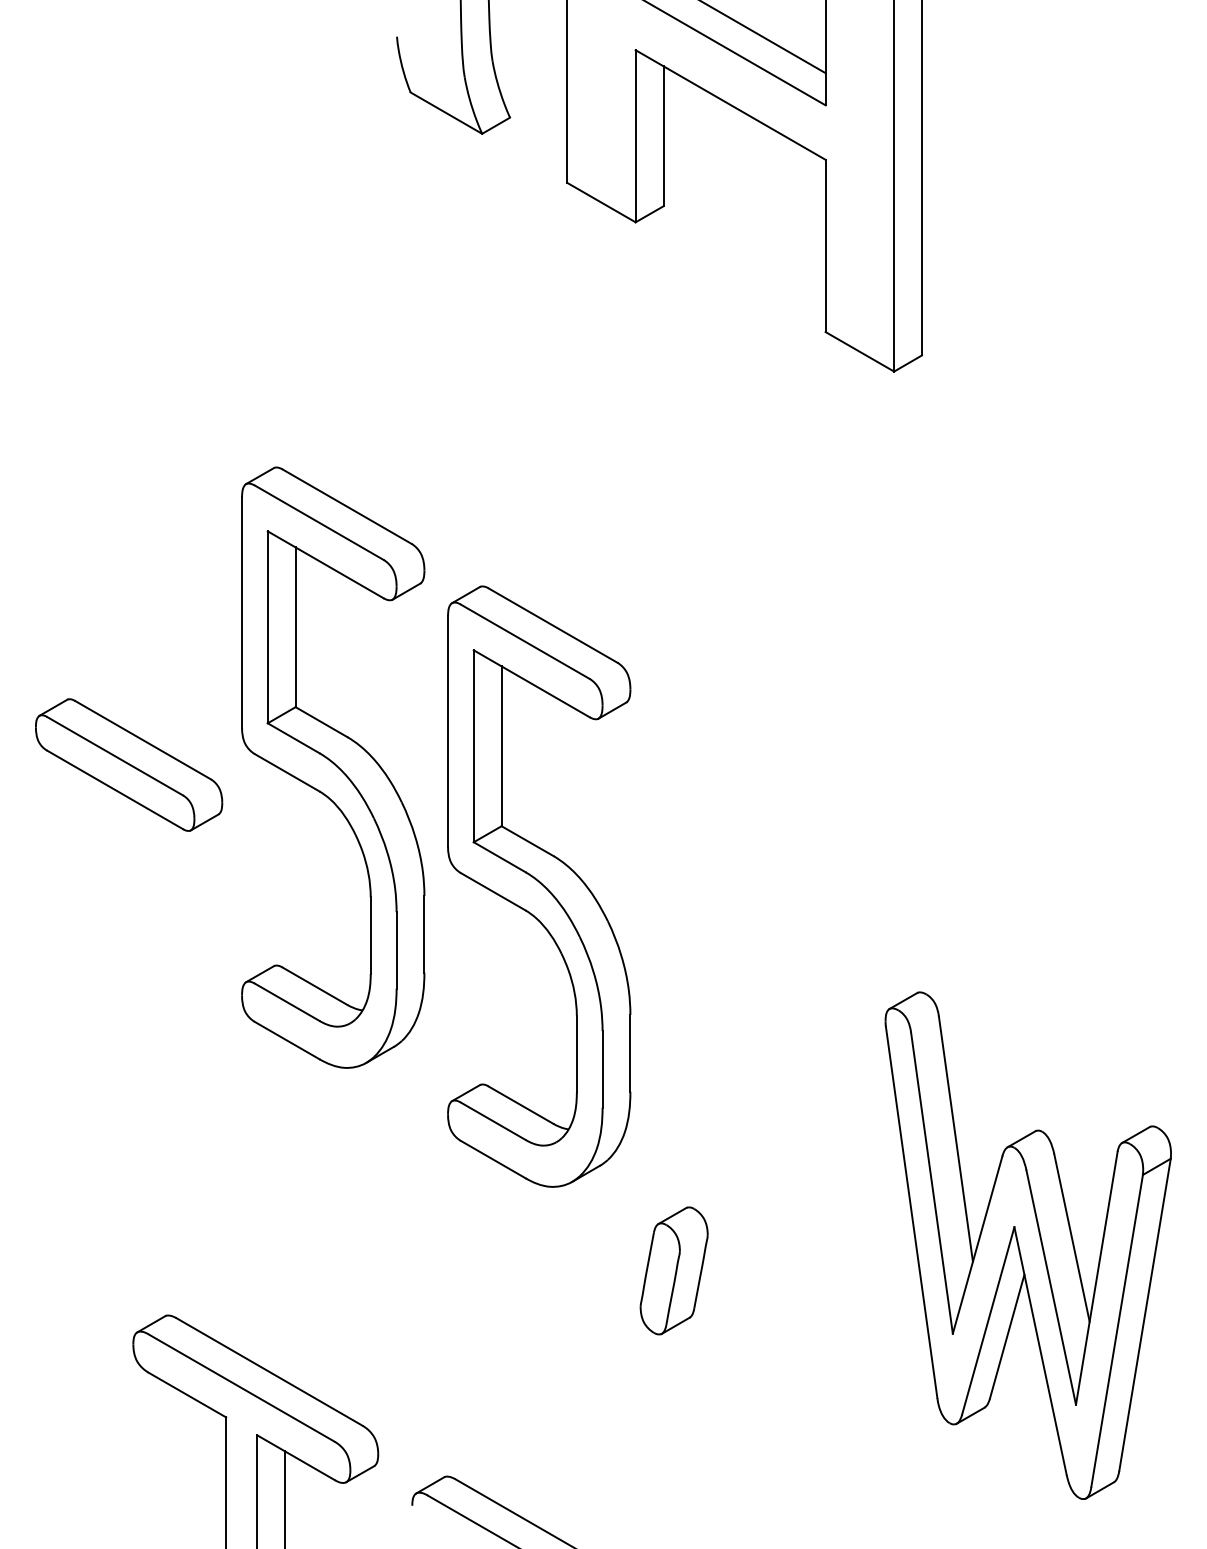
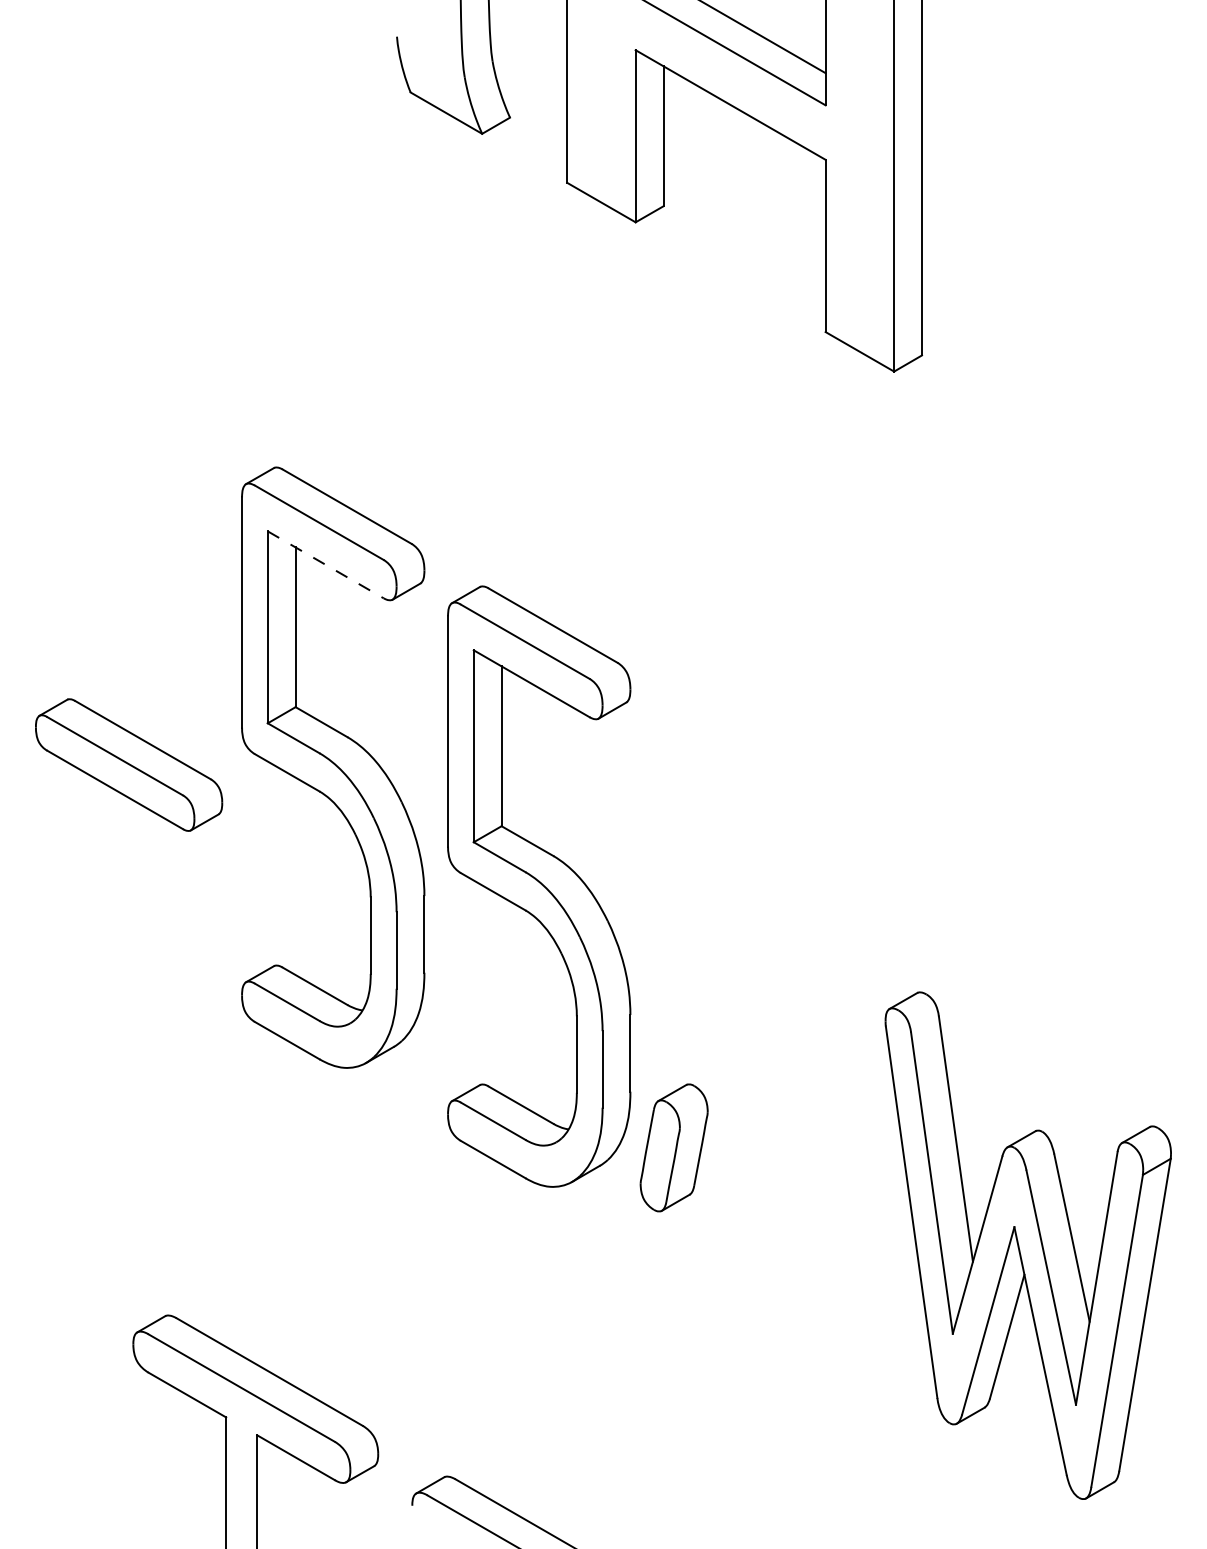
line at (325, 564): solid -> dashed
part at (673, 1270) position: (673, 1270) -> (673, 1147)
line at (285, 1498): present -> none
